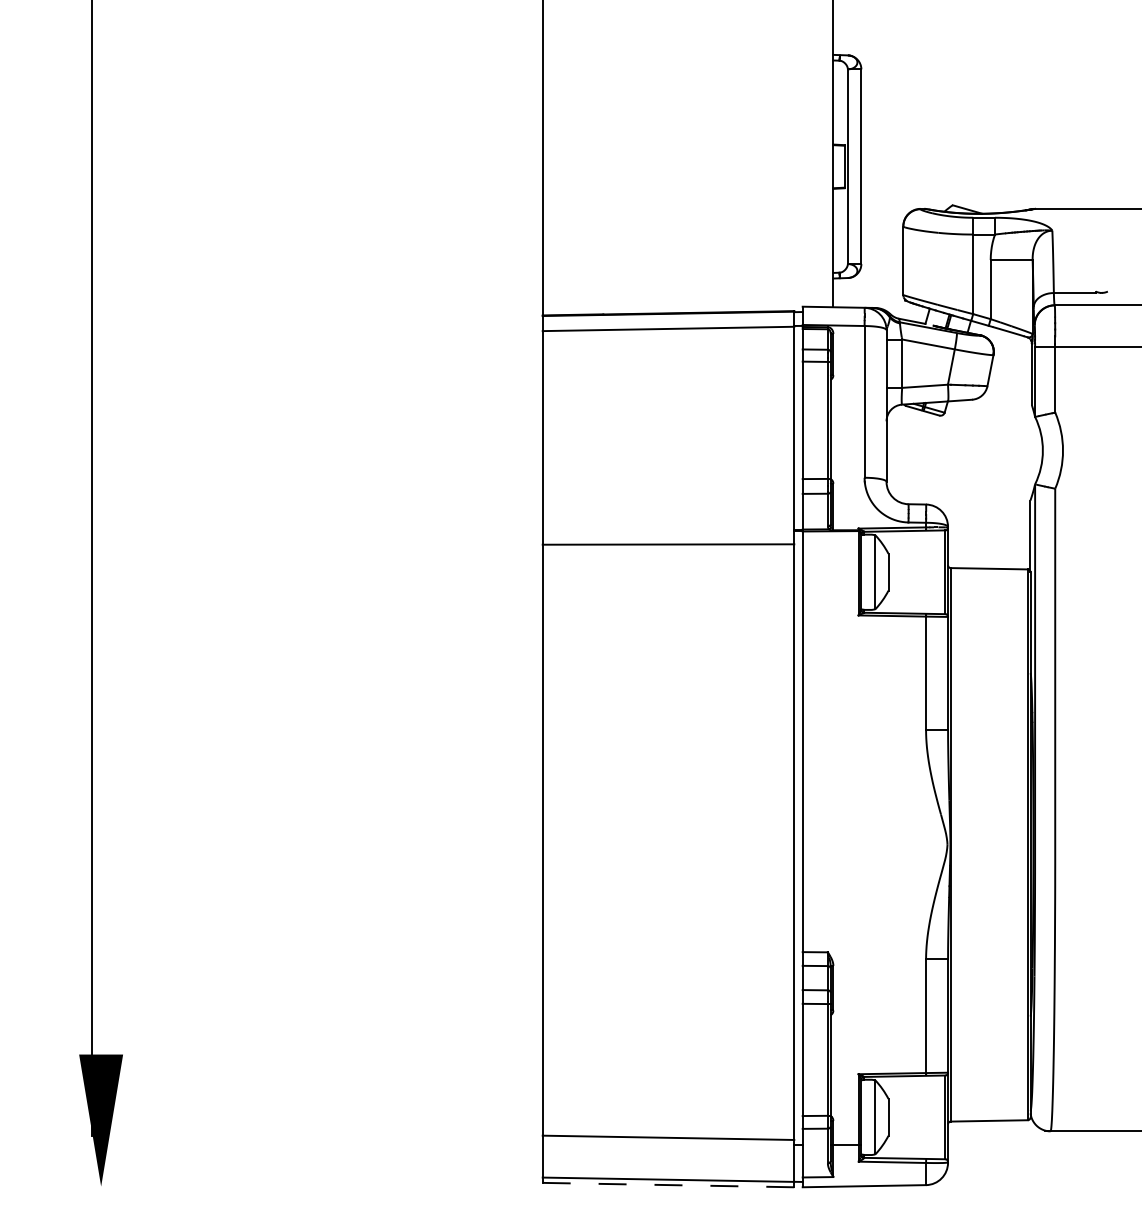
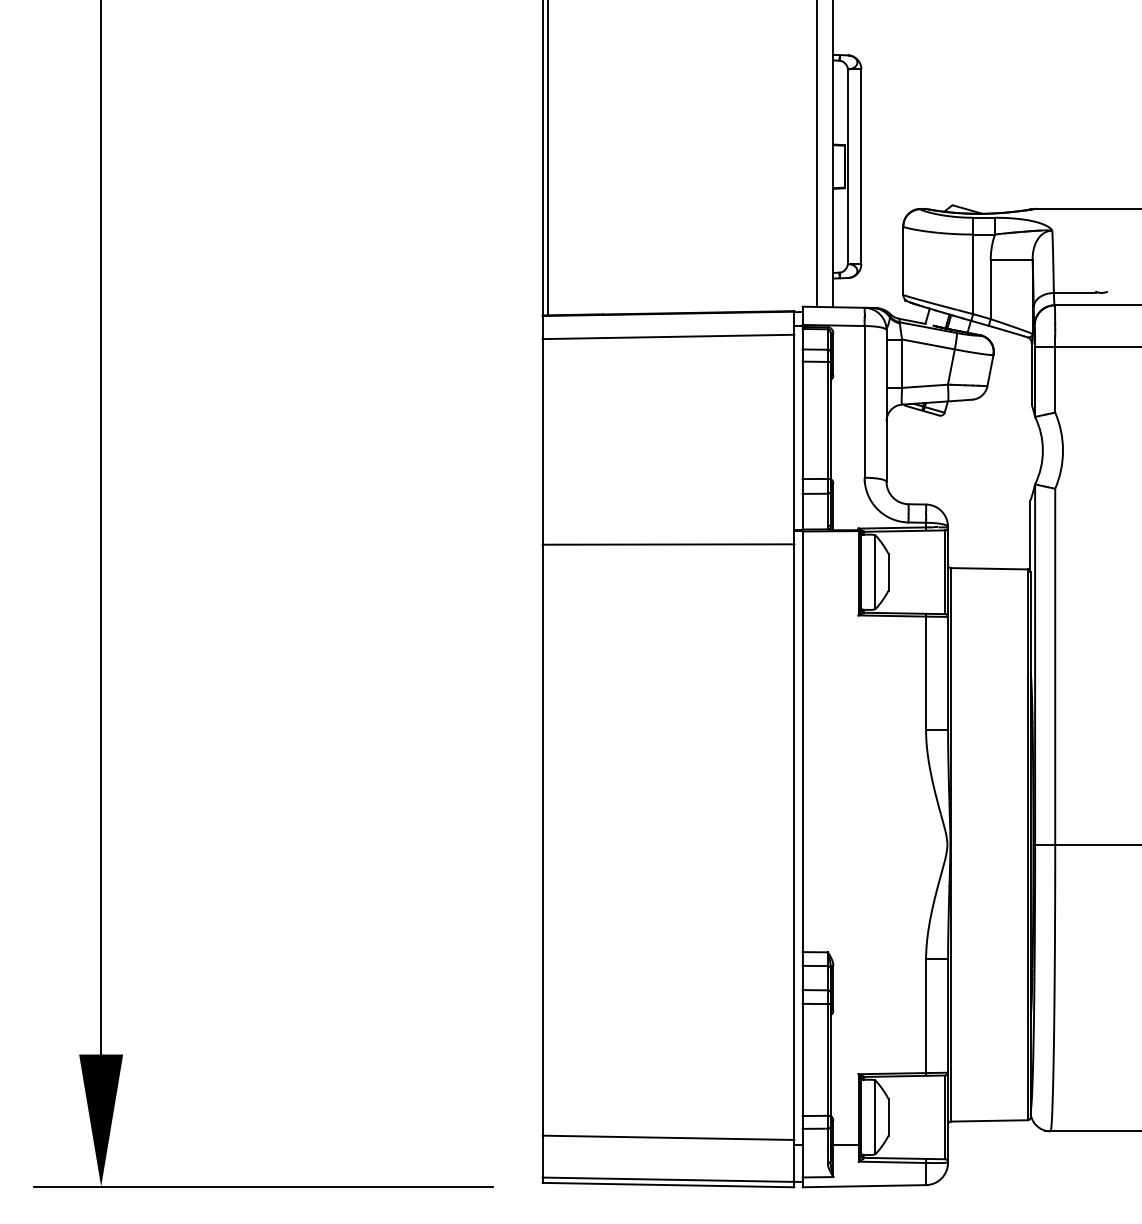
line at (816, 154): none -> present
line at (548, 158): none -> present
line at (668, 328) position: (668, 328) -> (668, 336)
line at (92, 569) position: (92, 569) -> (101, 569)
line at (1086, 844): none -> present
line at (668, 1185): dashed -> solid
line at (263, 1186): none -> present
